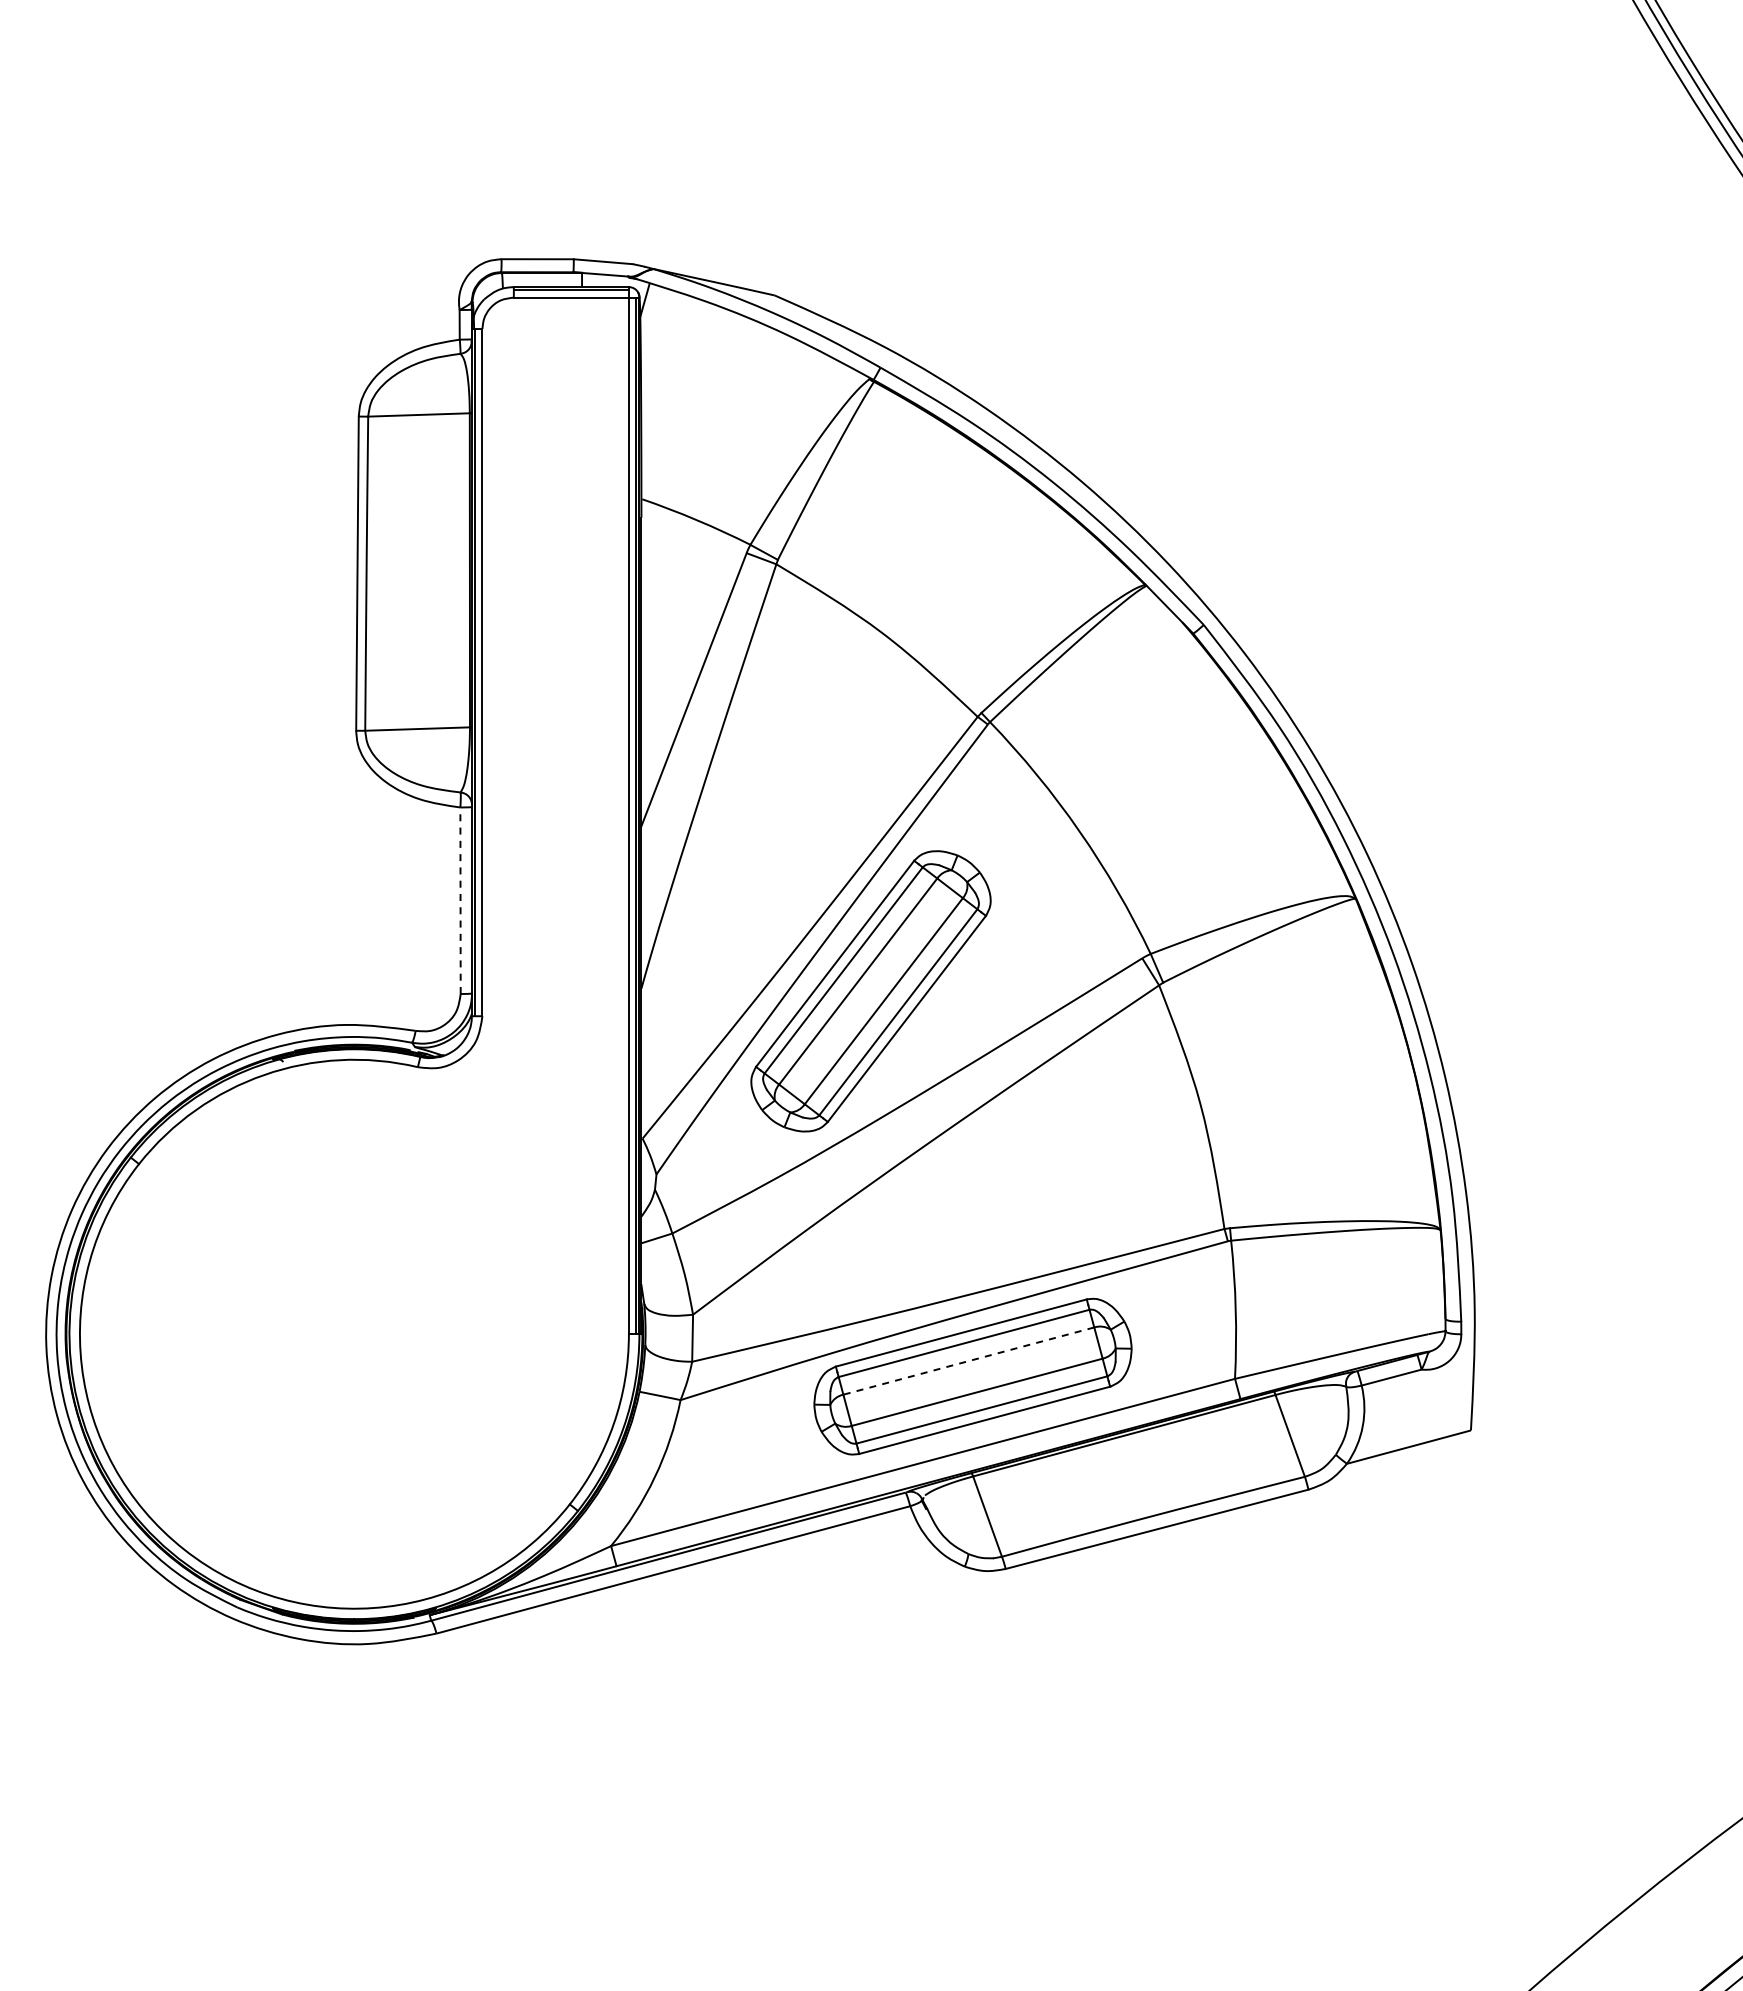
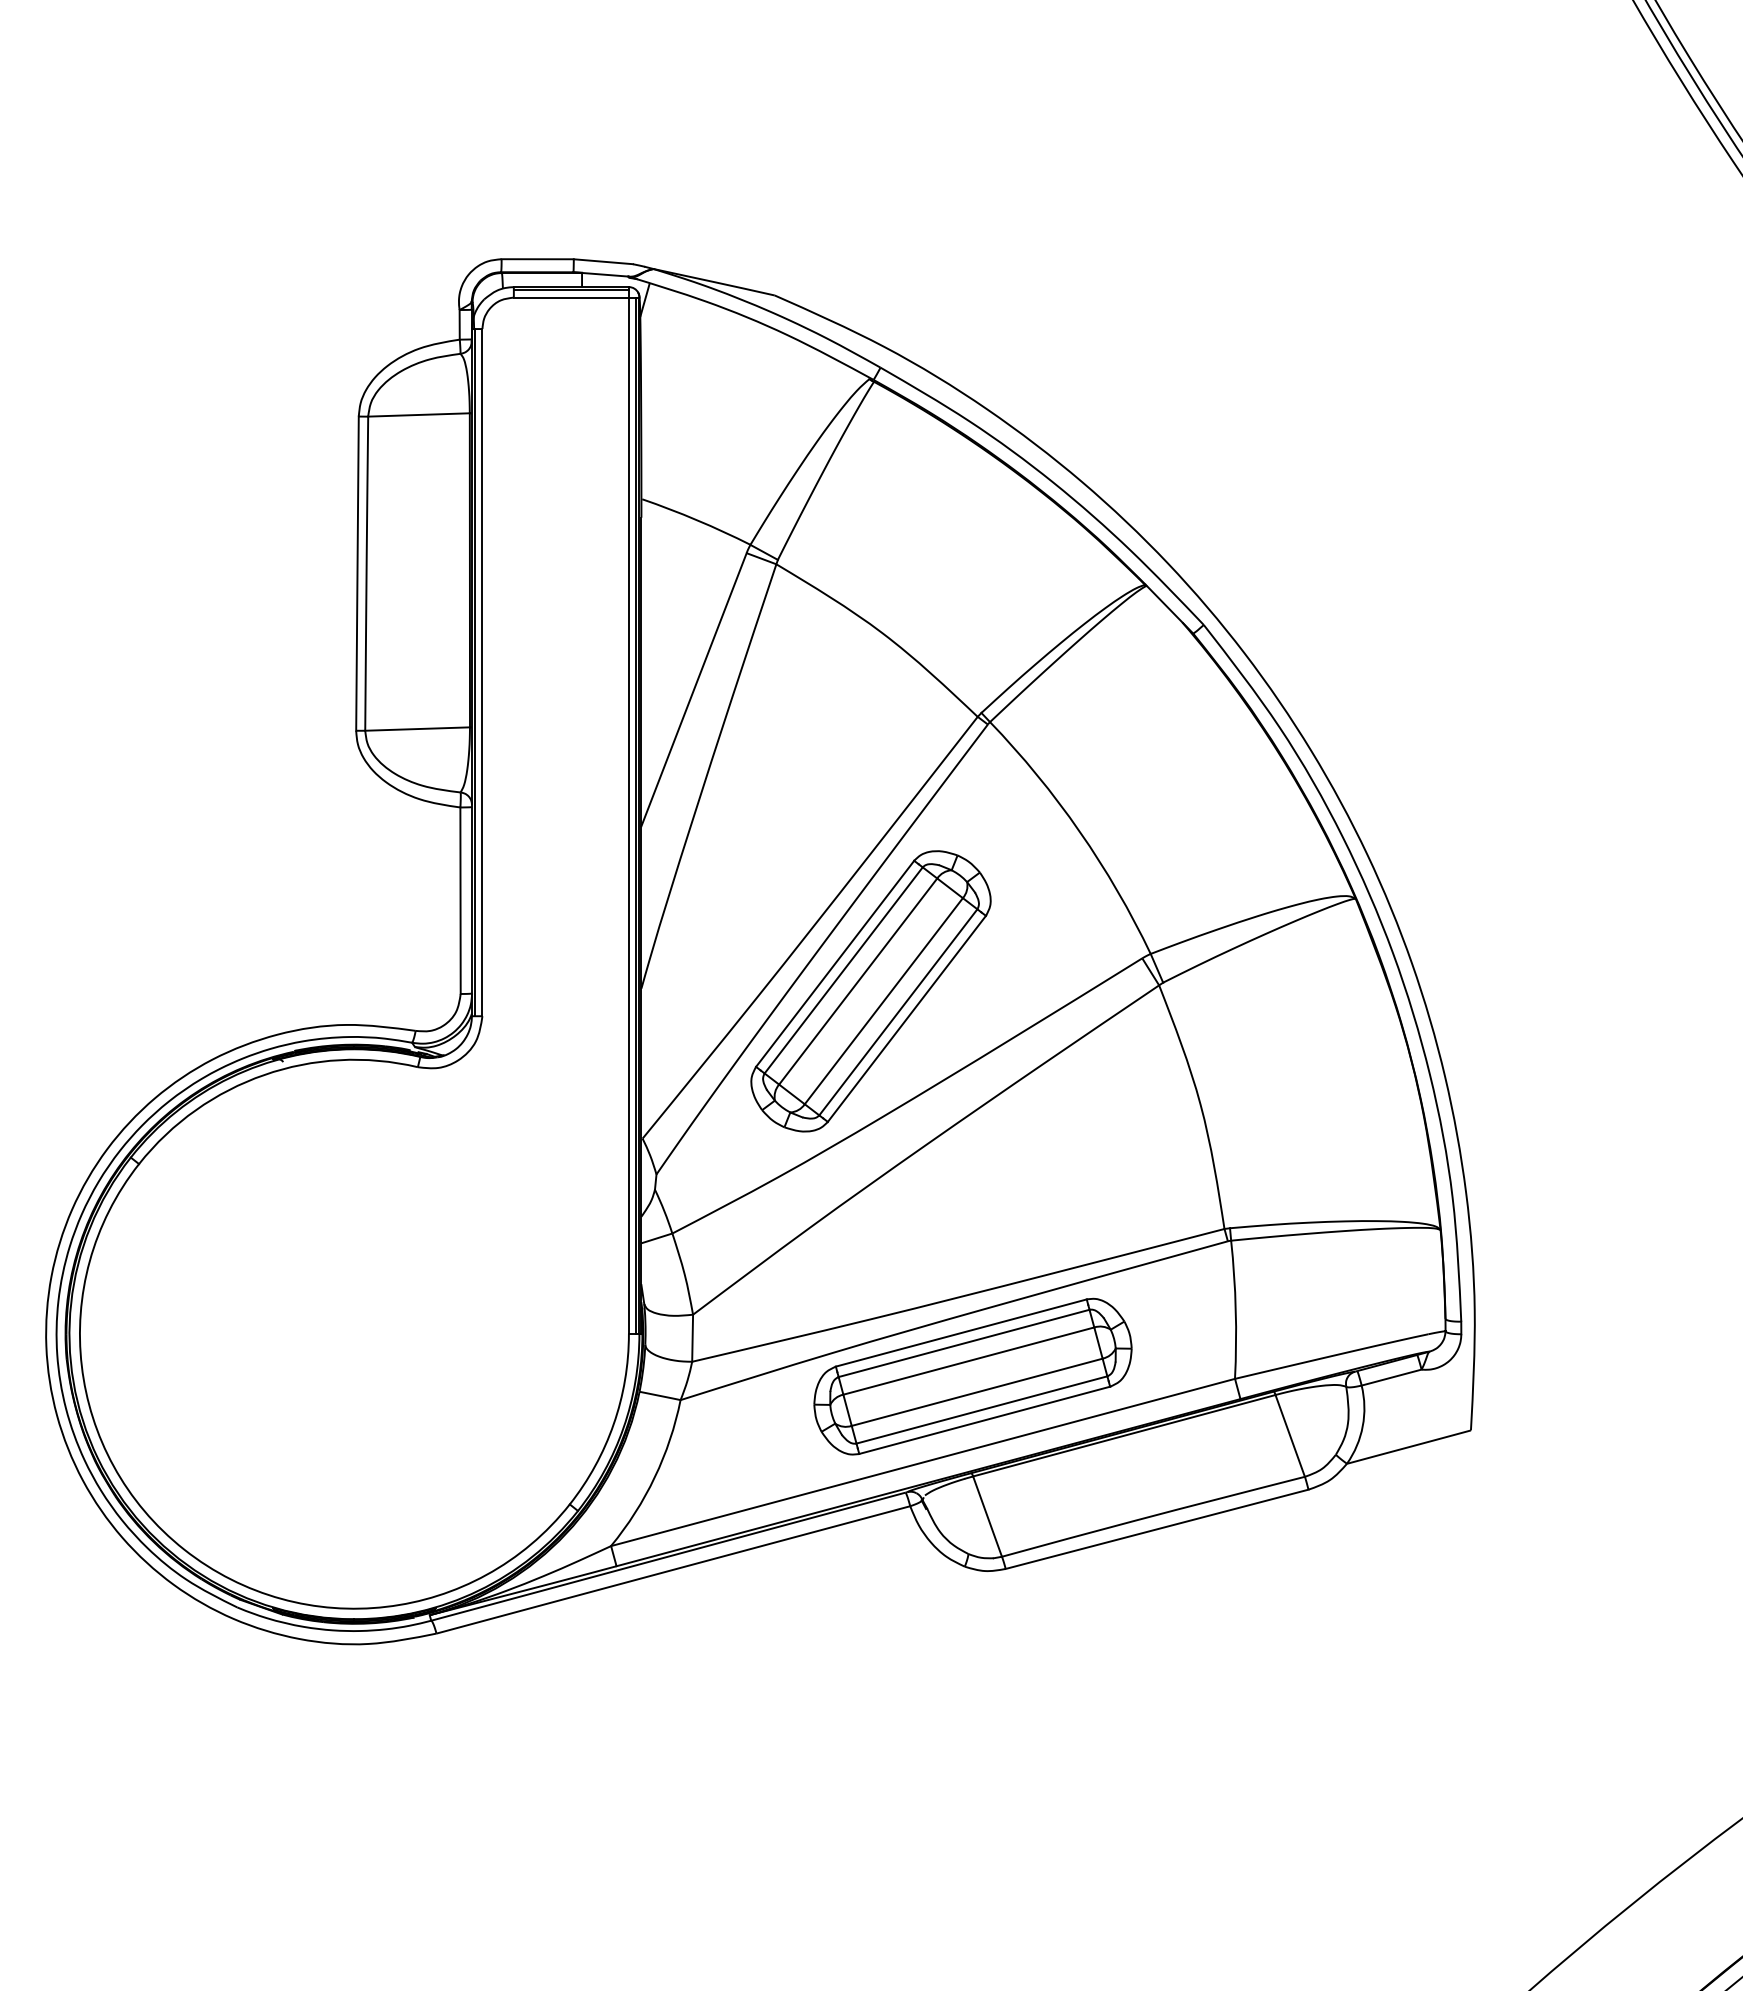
line at (460, 900): dashed -> solid
line at (968, 1361): dashed -> solid
